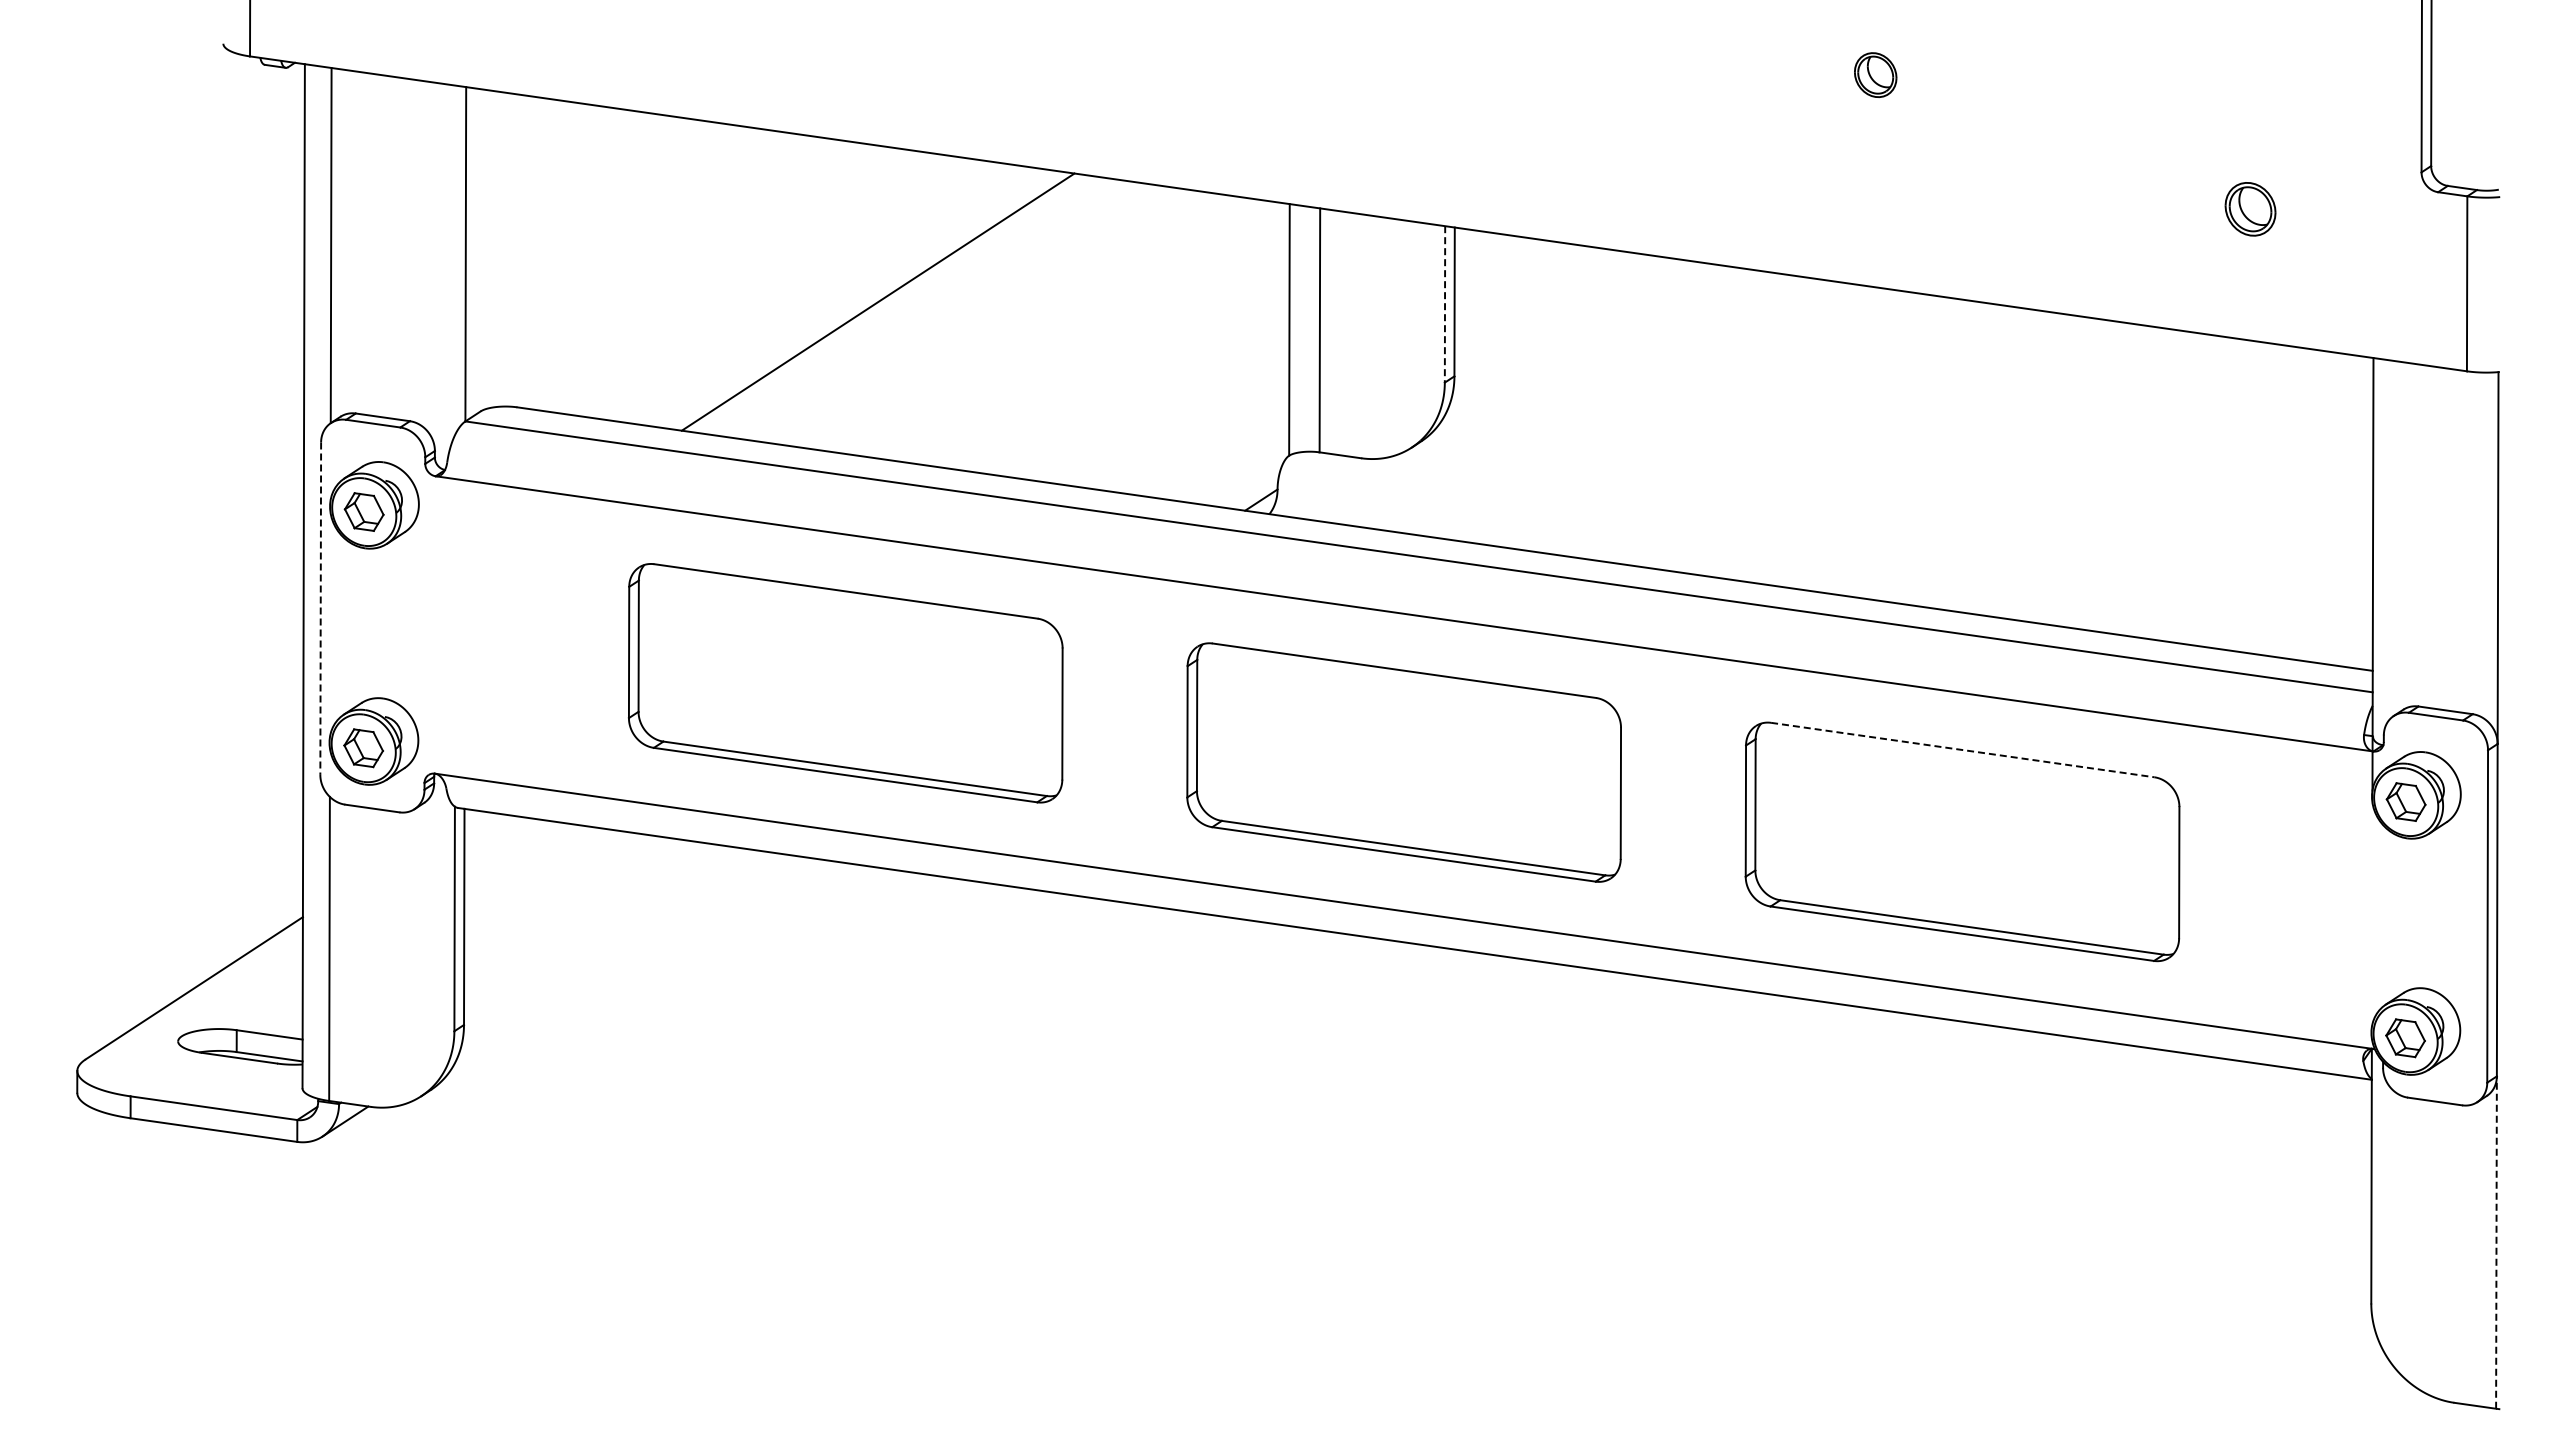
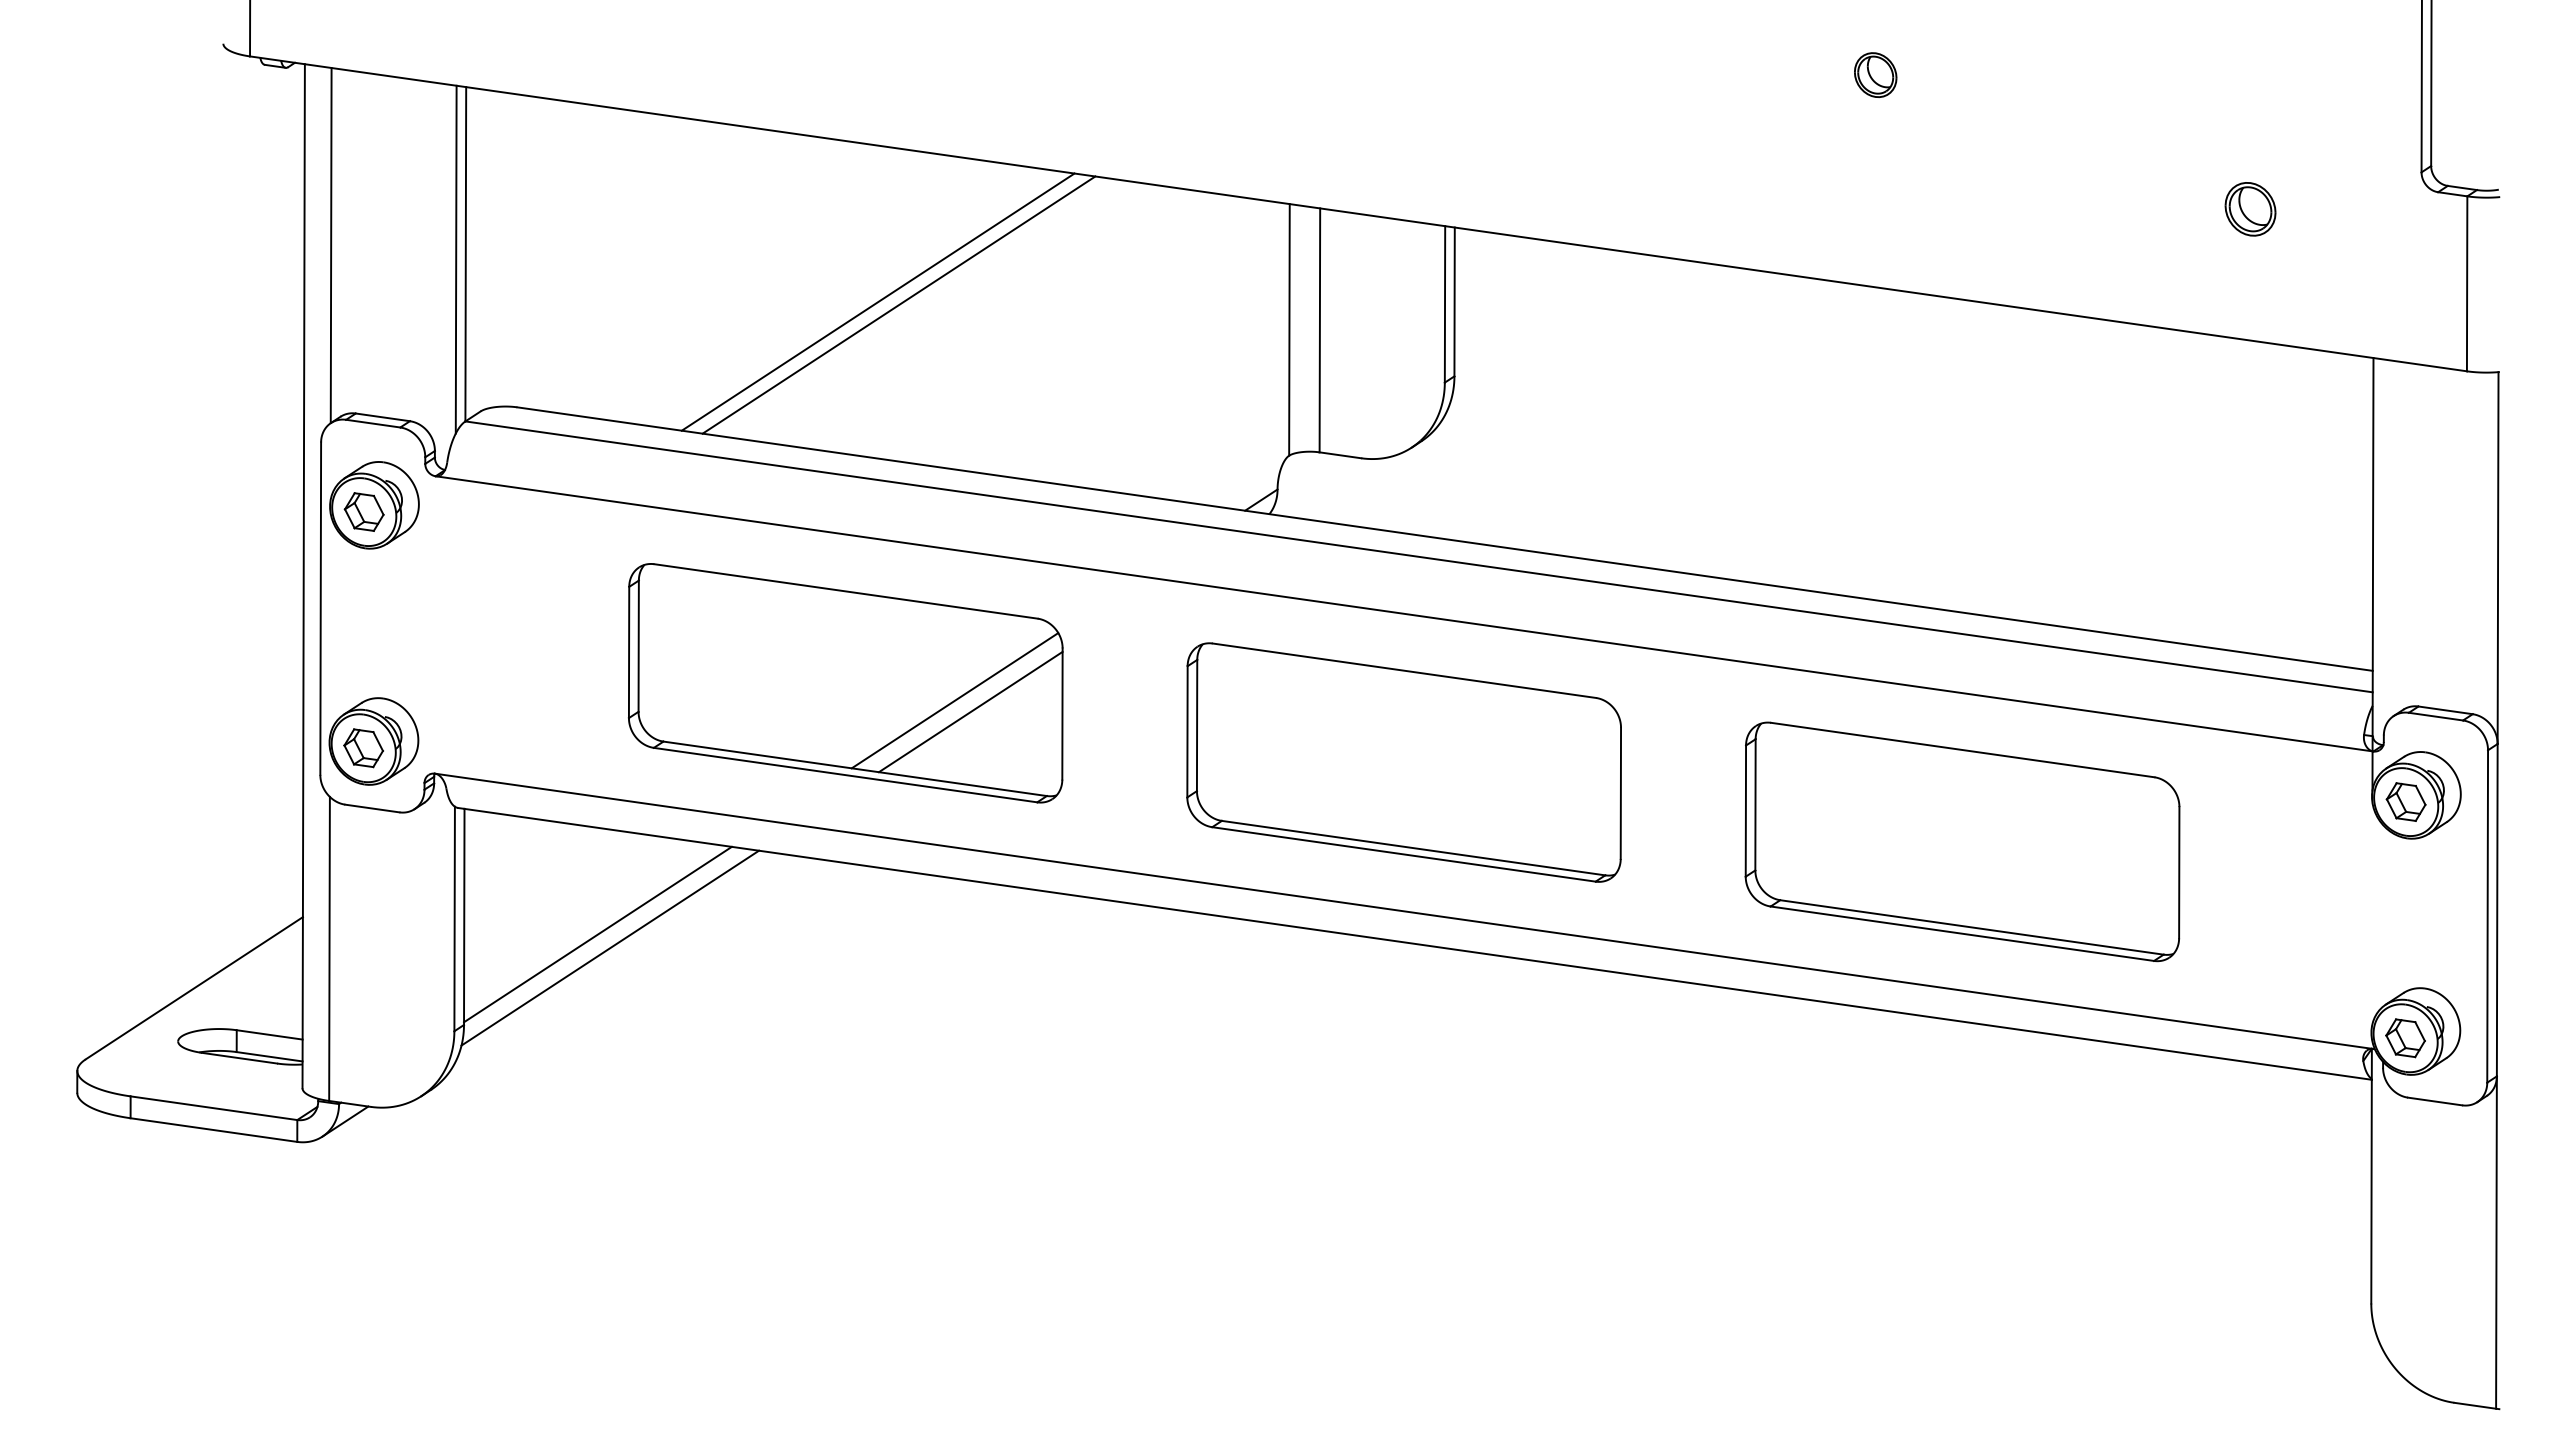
line at (455, 259): none -> present
line at (898, 304): none -> present
line at (1445, 304): dashed -> solid
line at (320, 609): dashed -> solid
line at (954, 700): none -> present
line at (970, 711): none -> present
line at (1962, 750): dashed -> solid
line at (597, 934): none -> present
line at (610, 947): none -> present
line at (2496, 1242): dashed -> solid
